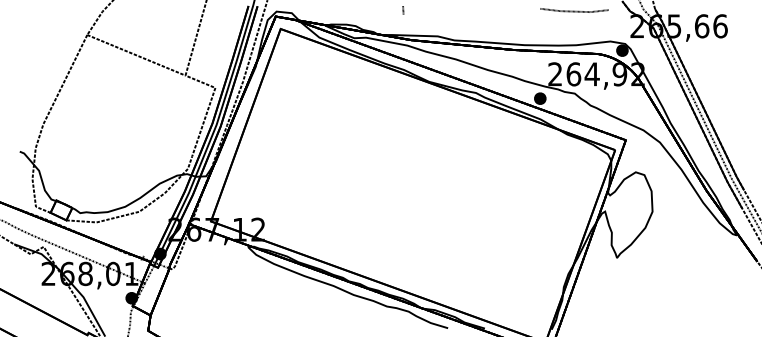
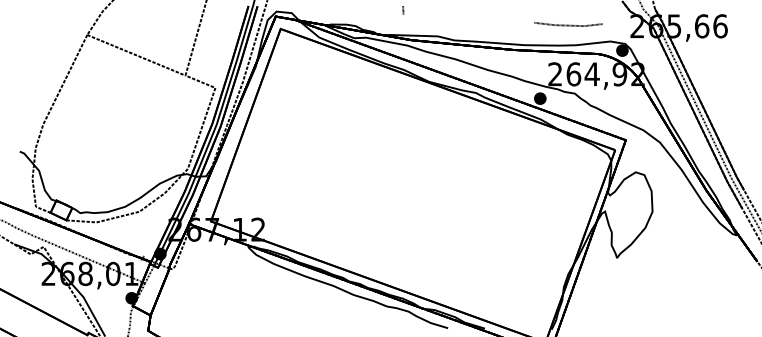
line at (574, 10) position: (574, 10) -> (568, 24)
